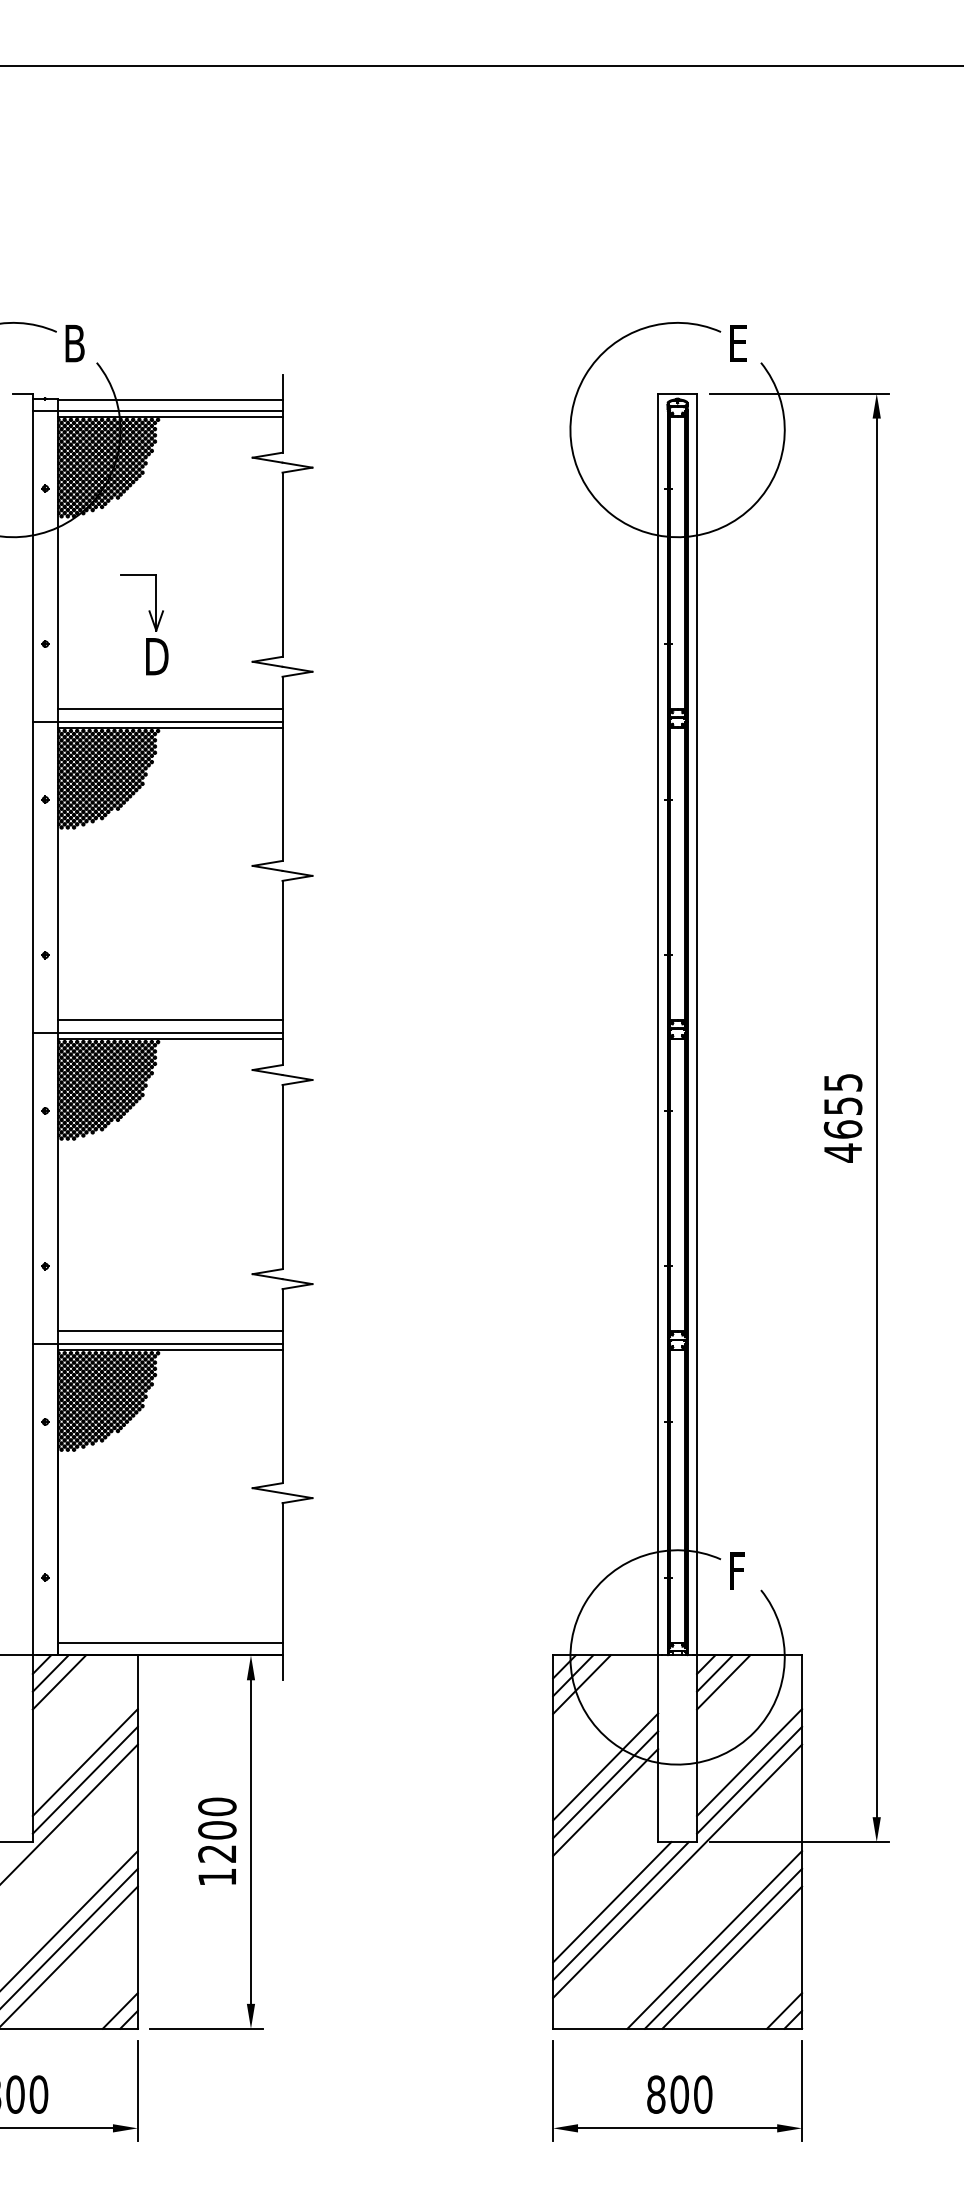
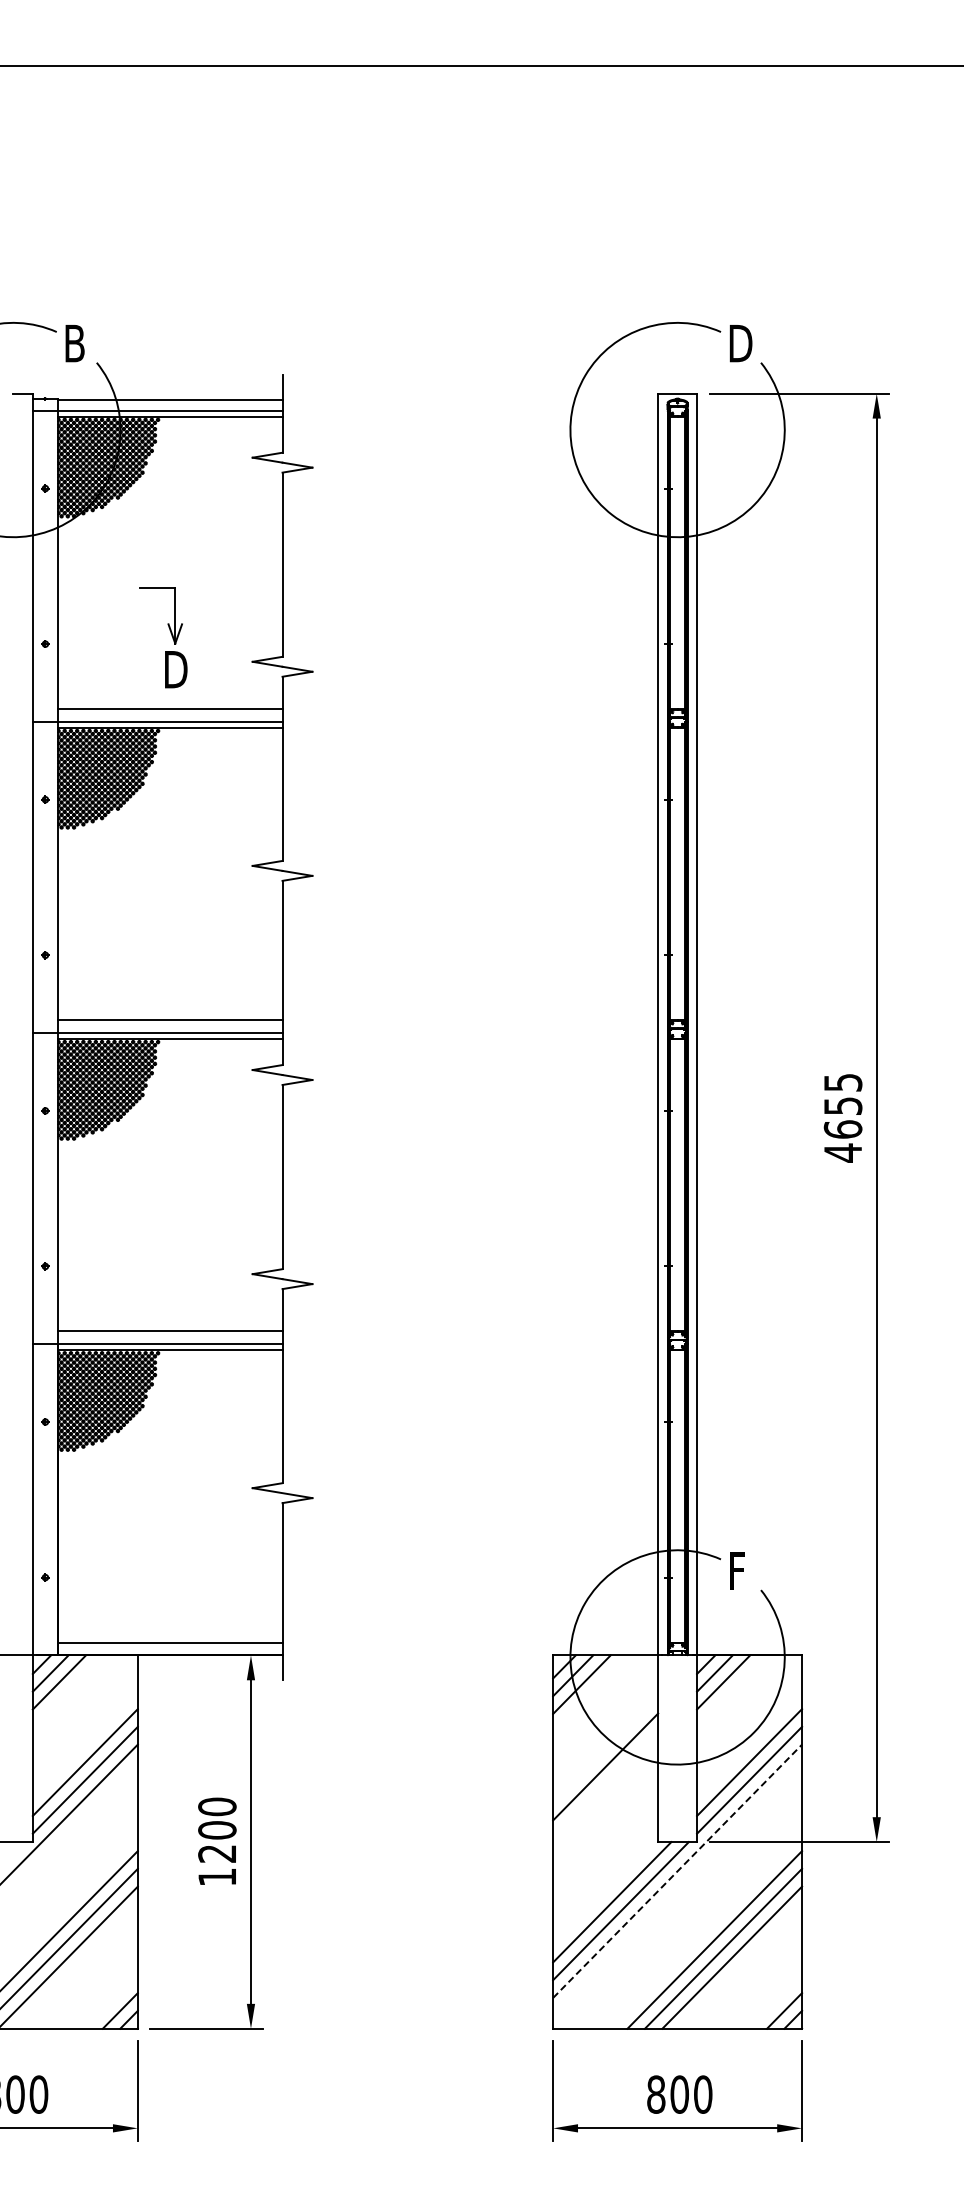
text at (740, 343): E -> D
part at (151, 620) position: (151, 620) -> (170, 633)
line at (605, 1784): present -> none
line at (605, 1802): present -> none
line at (677, 1871): solid -> dashed
